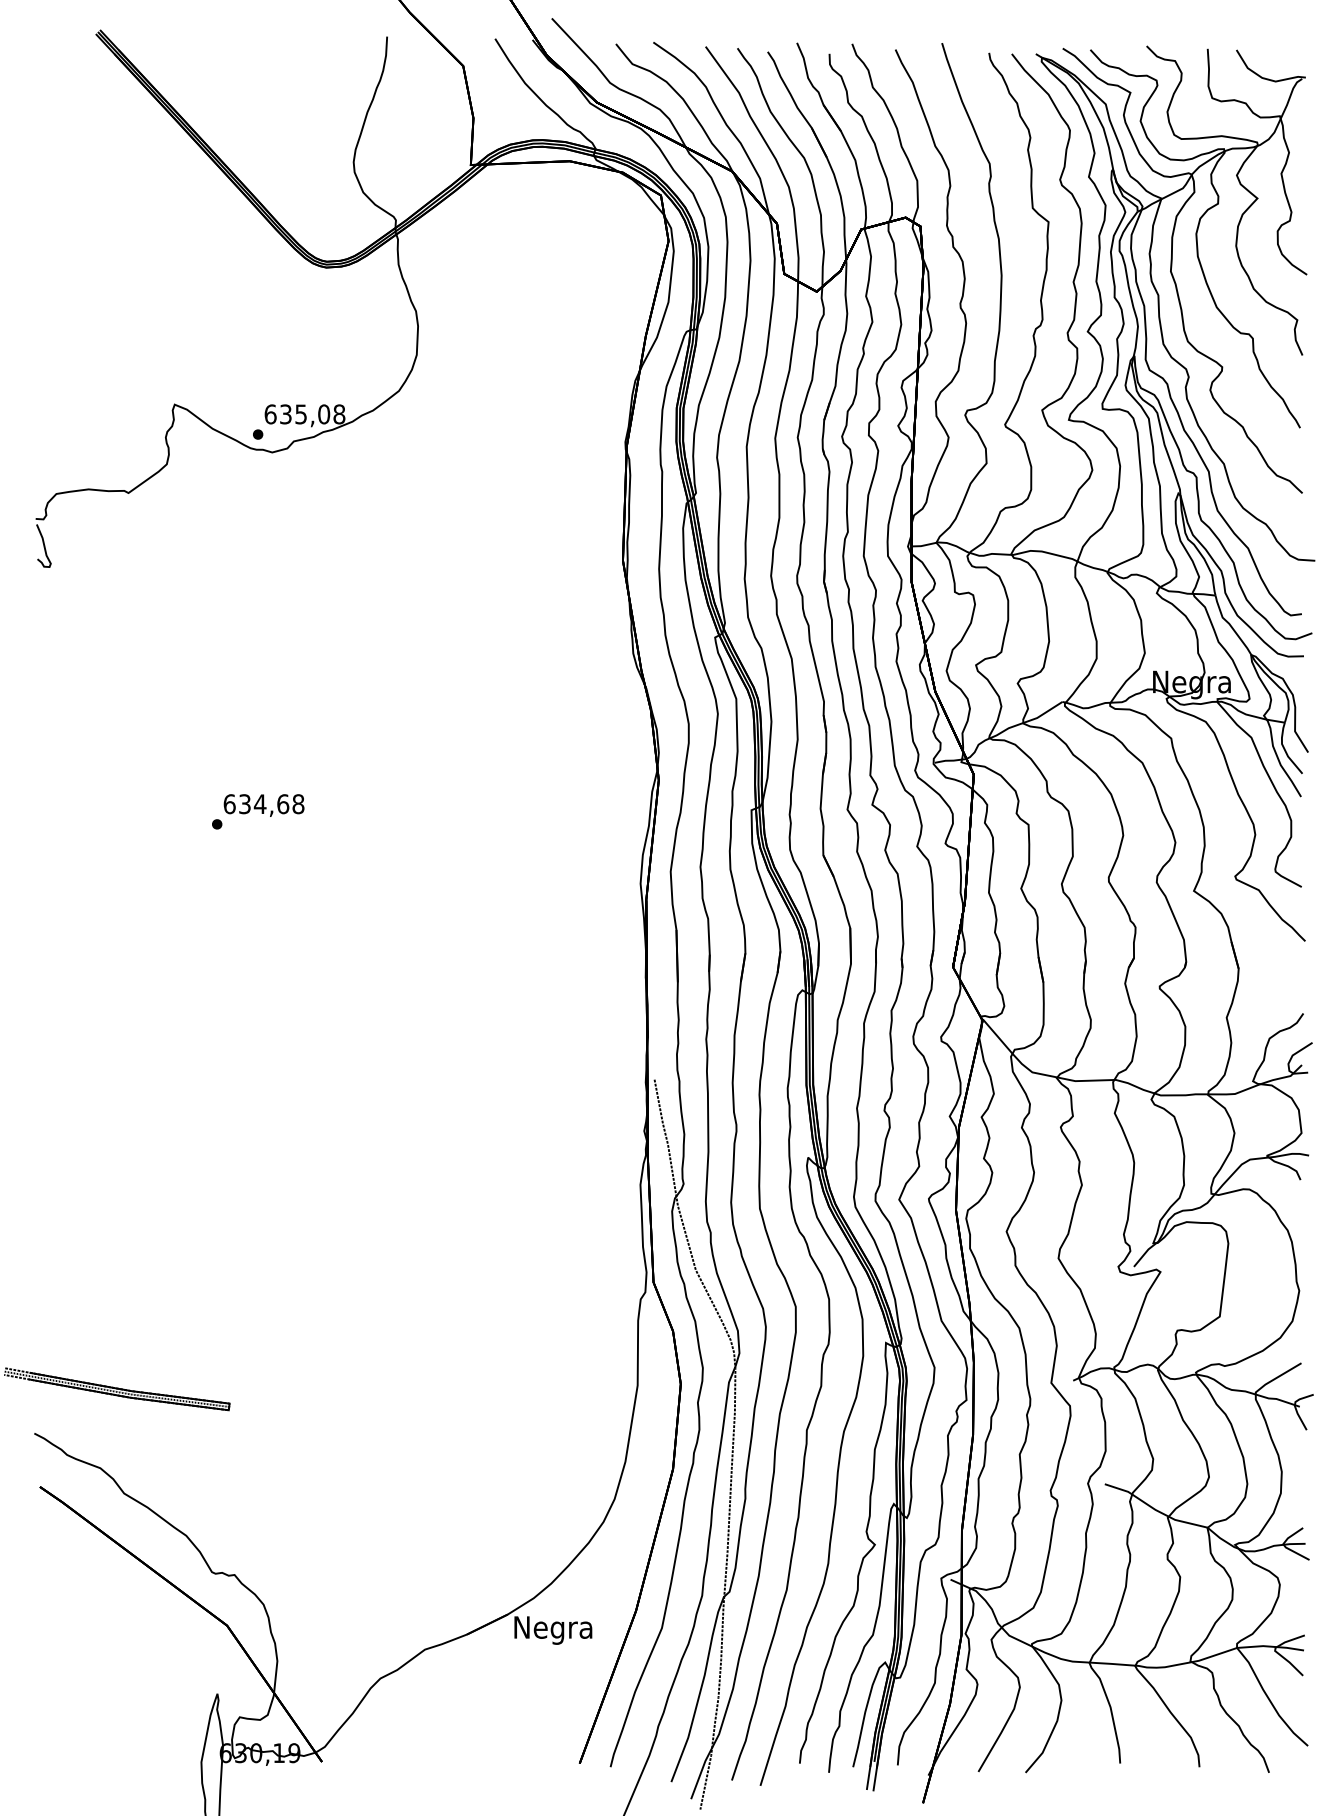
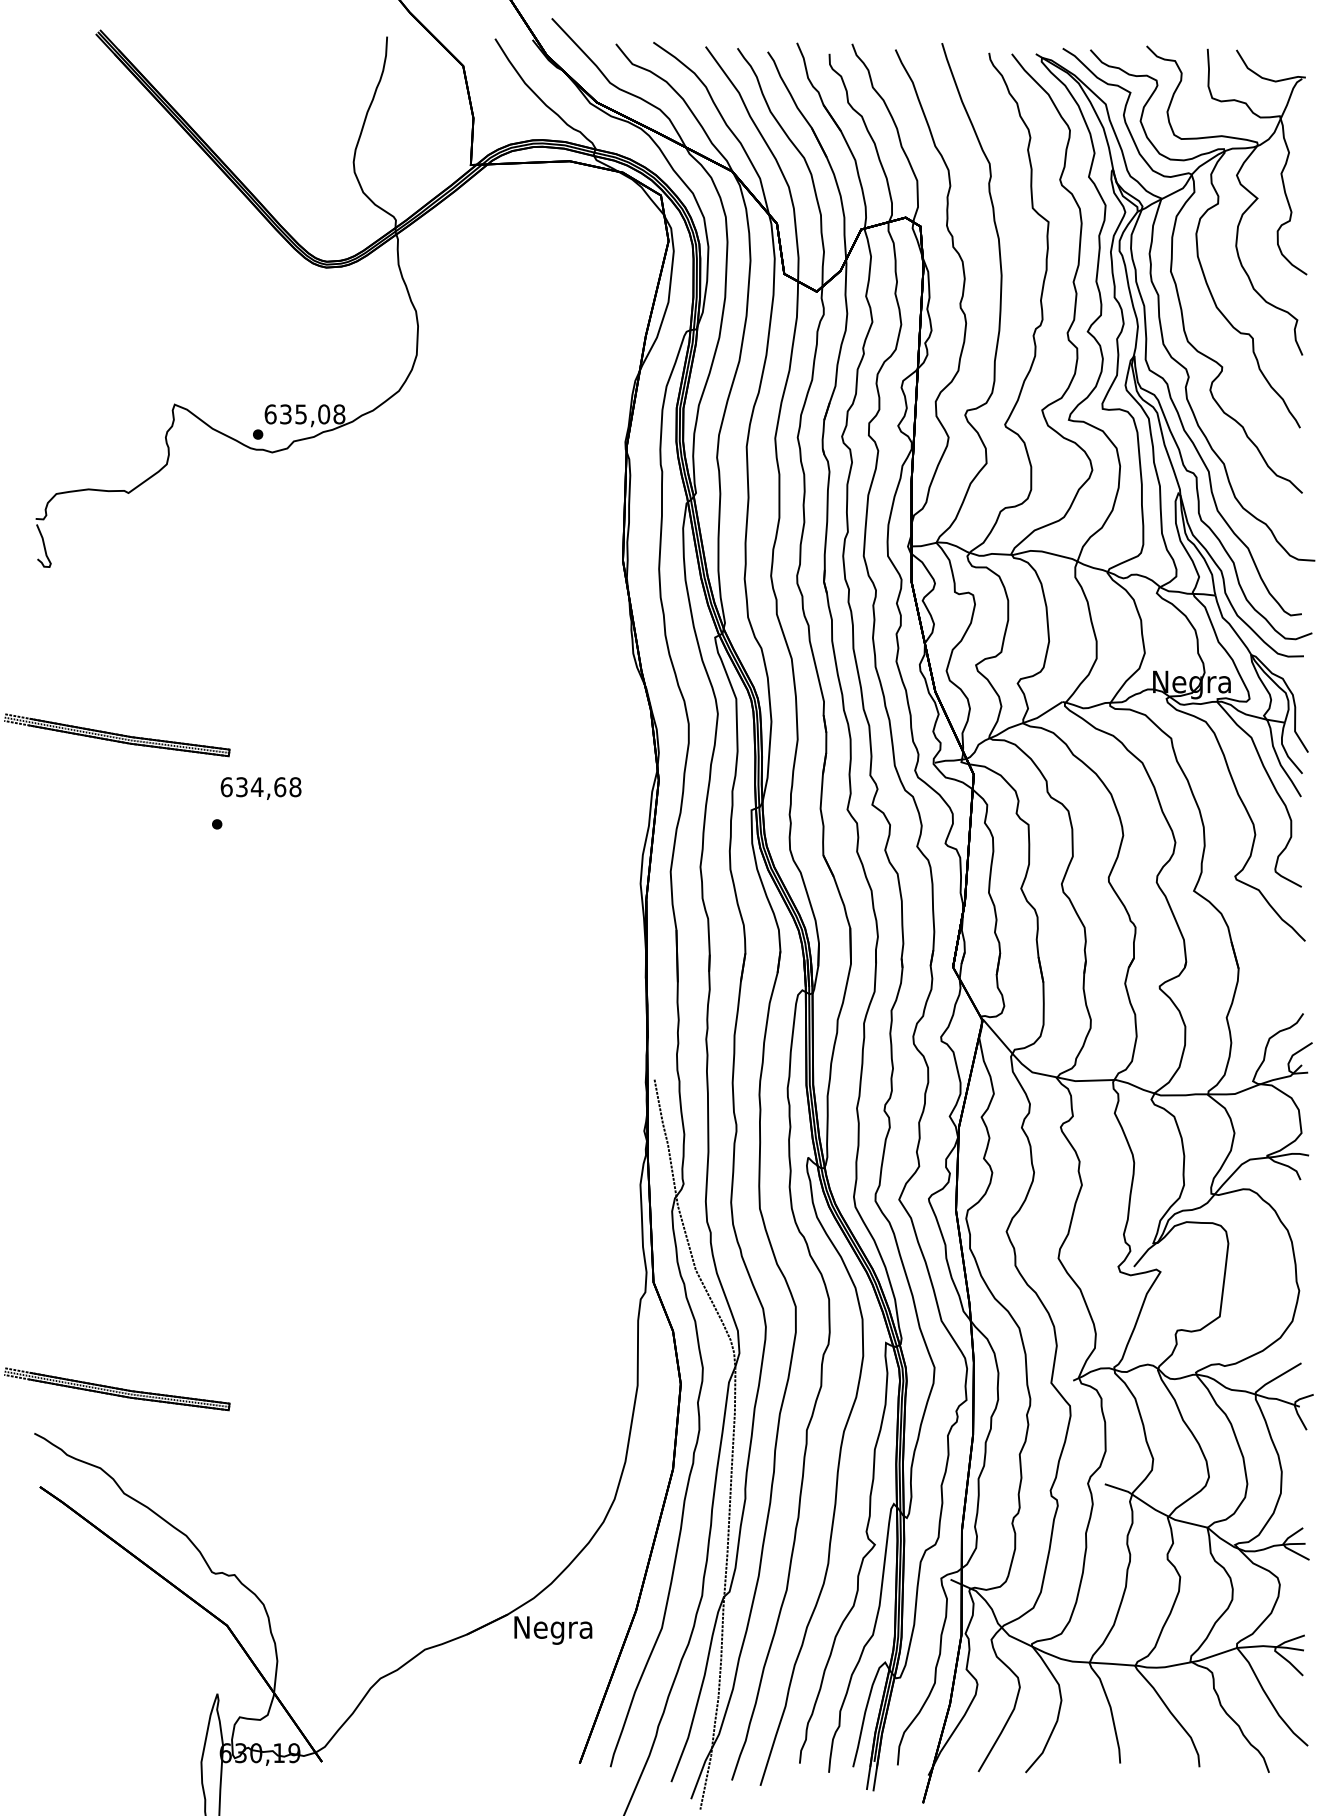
part at (117, 735): none -> present
text at (263, 805) position: (263, 805) -> (260, 788)
